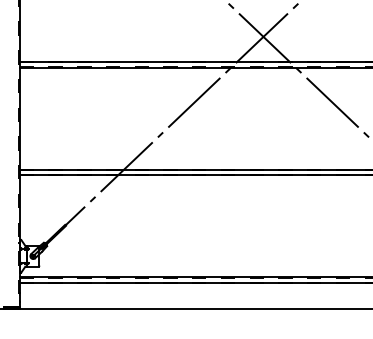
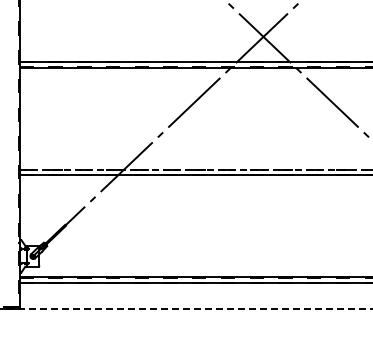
line at (196, 169): solid -> dashed
line at (186, 308): solid -> dashed
